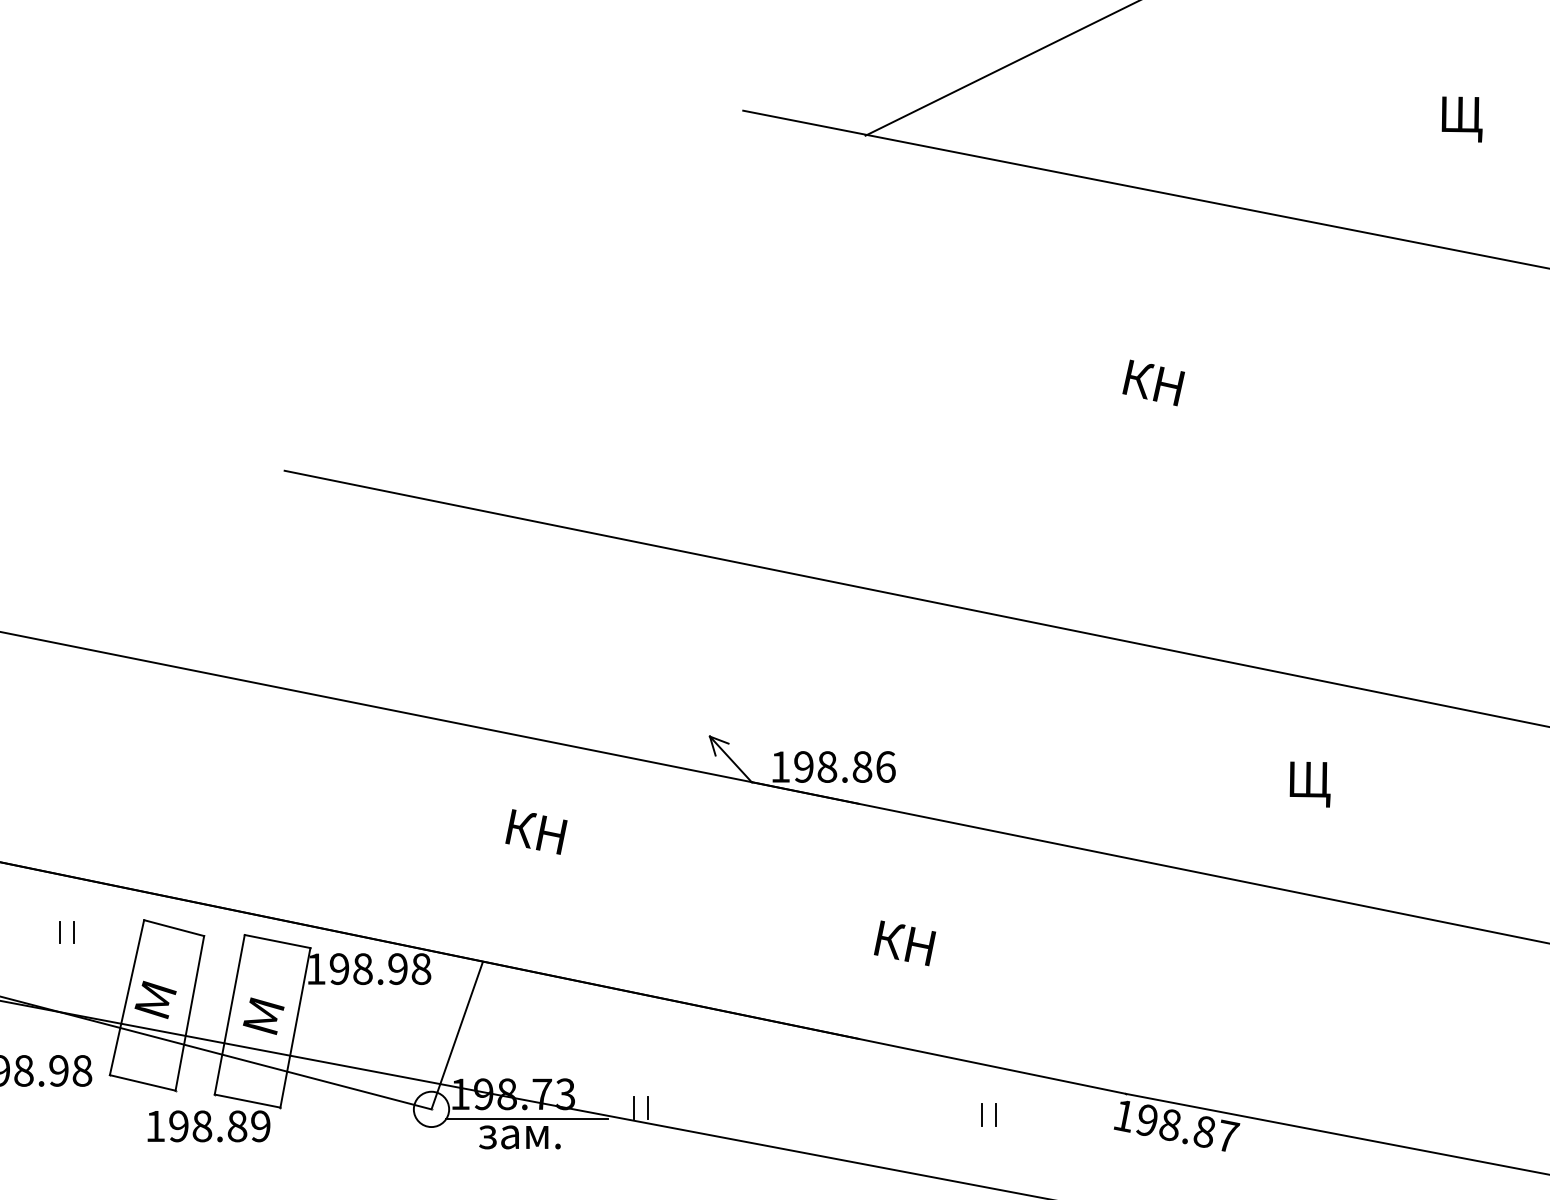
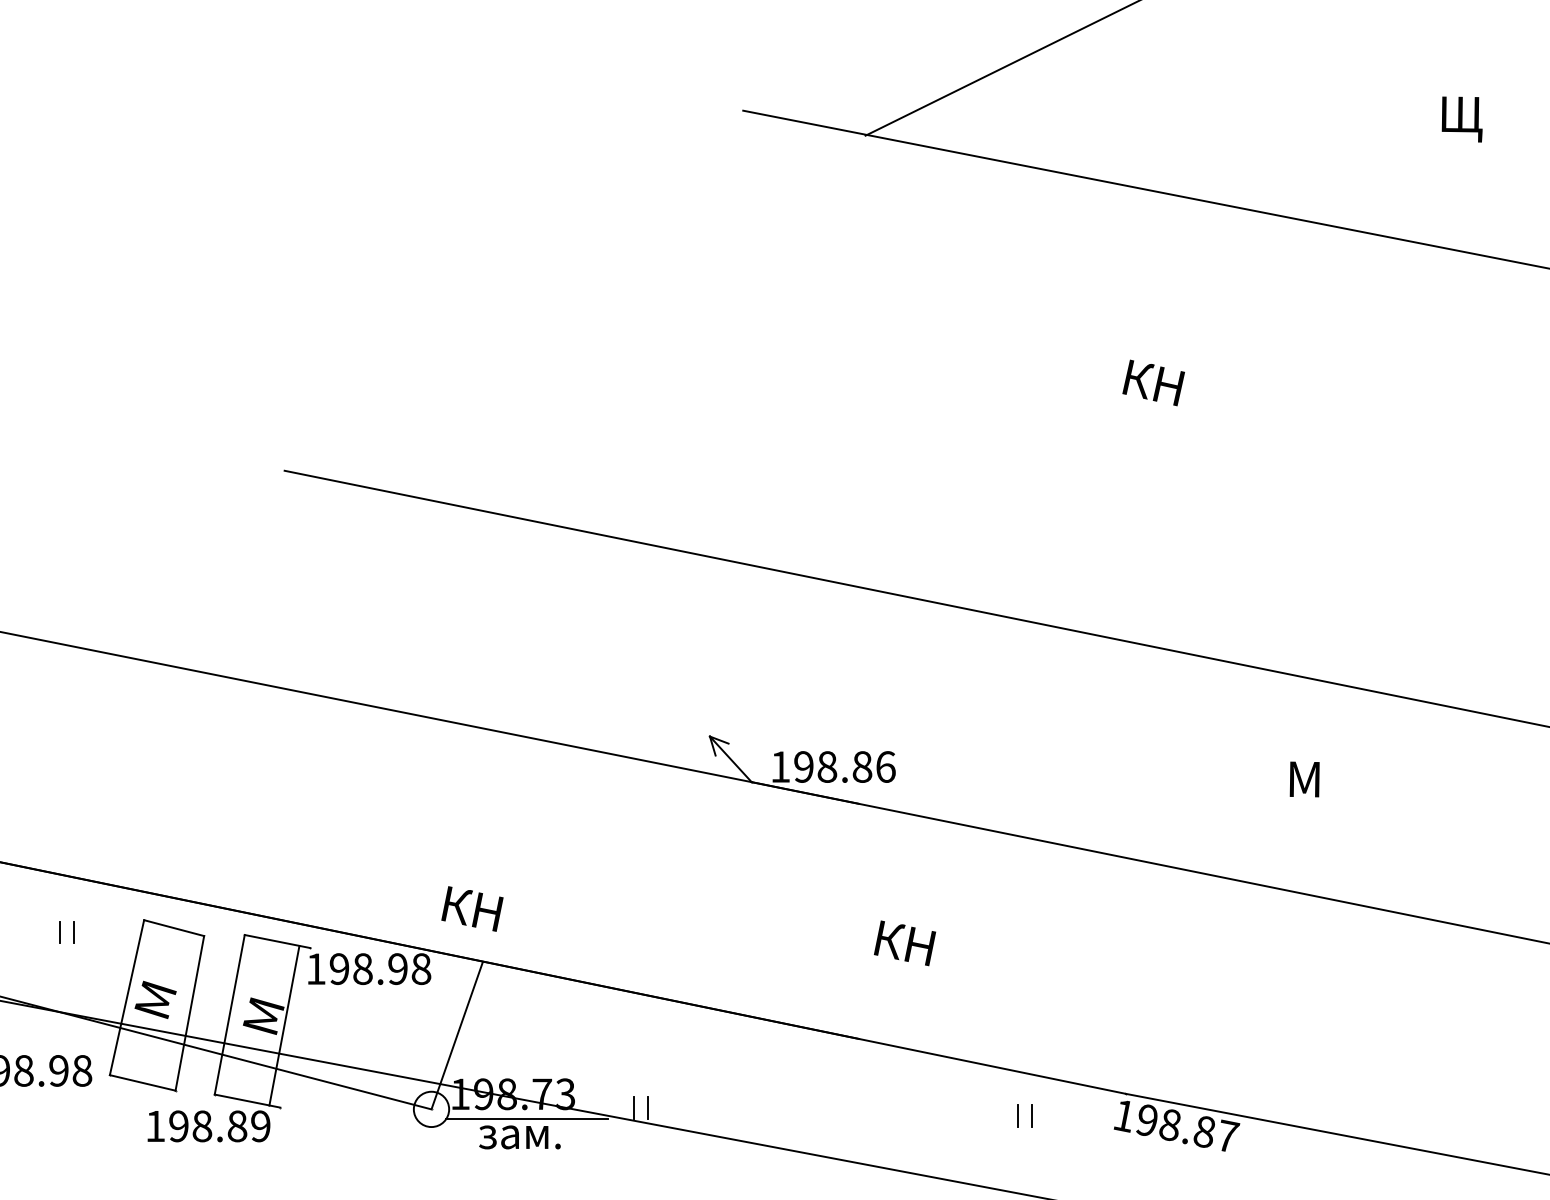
text at (1311, 784): Щ -> М
text at (536, 831) position: (536, 831) -> (472, 908)
line at (295, 1027) position: (295, 1027) -> (284, 1025)
part at (988, 1114) position: (988, 1114) -> (1024, 1115)
